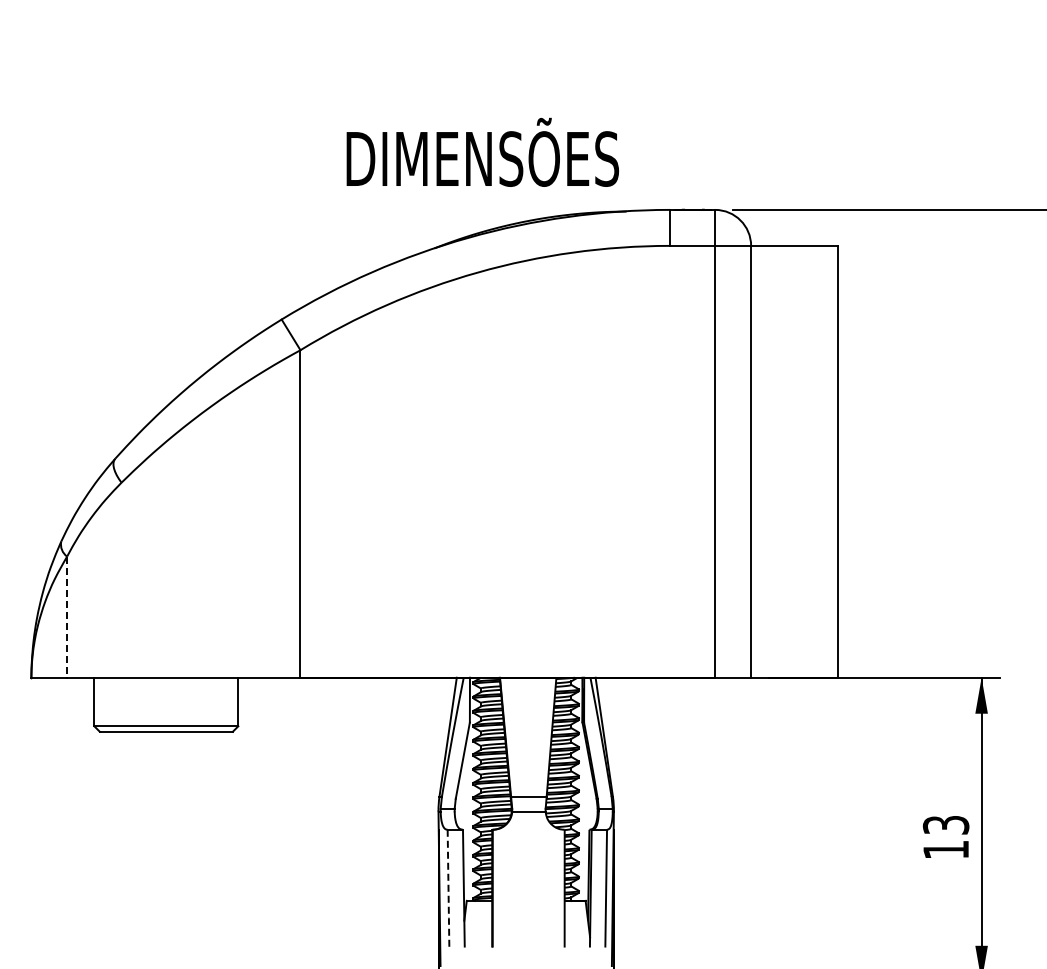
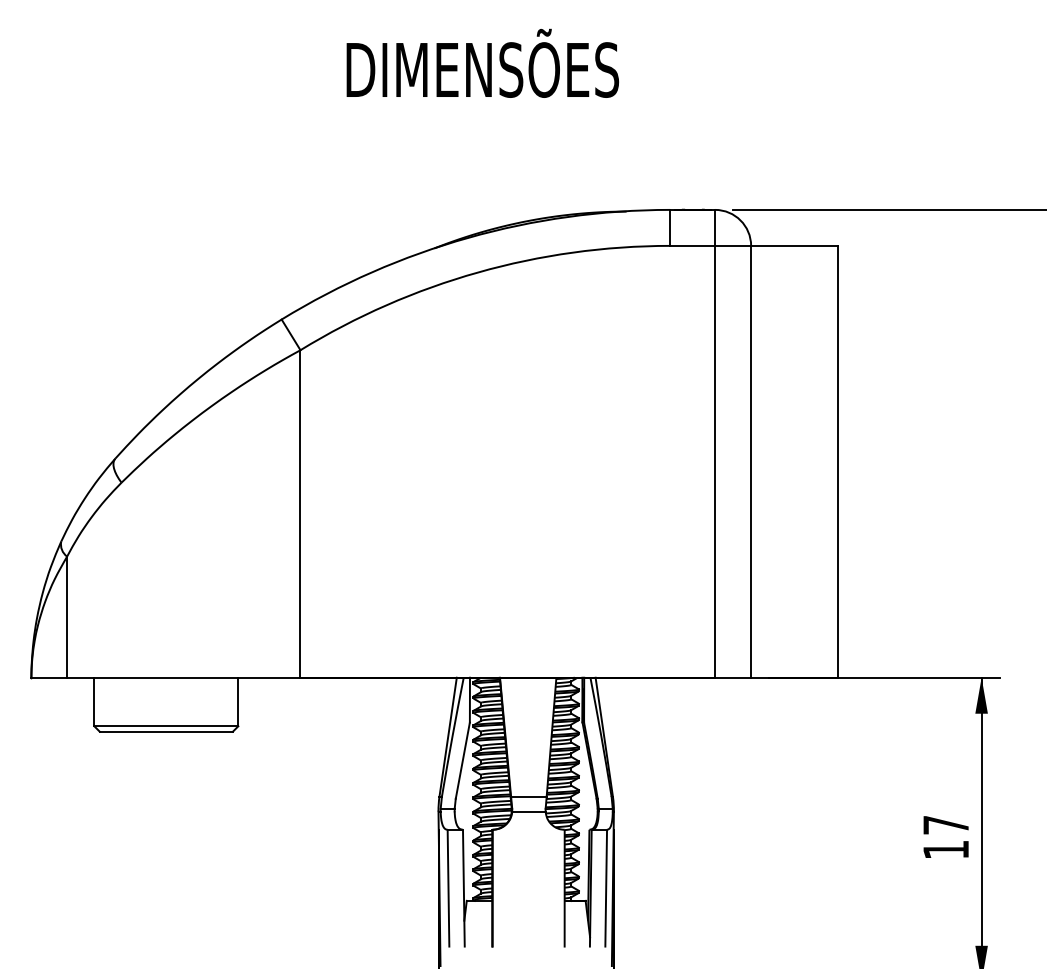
text at (482, 151) position: (482, 151) -> (482, 62)
line at (67, 617): dashed -> solid
text at (945, 825): 13 -> 17
line at (448, 889): dashed -> solid
